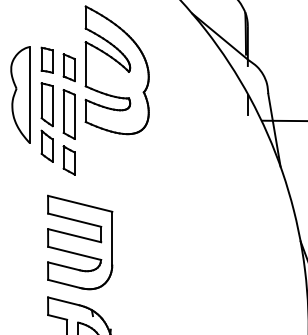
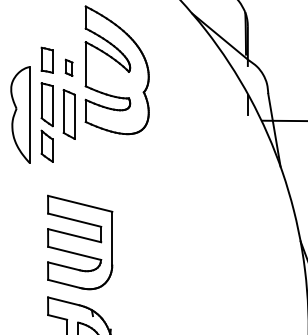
part at (68, 67) size: 14x30 px -> 10x19 px
part at (20, 94) position: (20, 94) -> (20, 114)
part at (68, 160): present -> none
